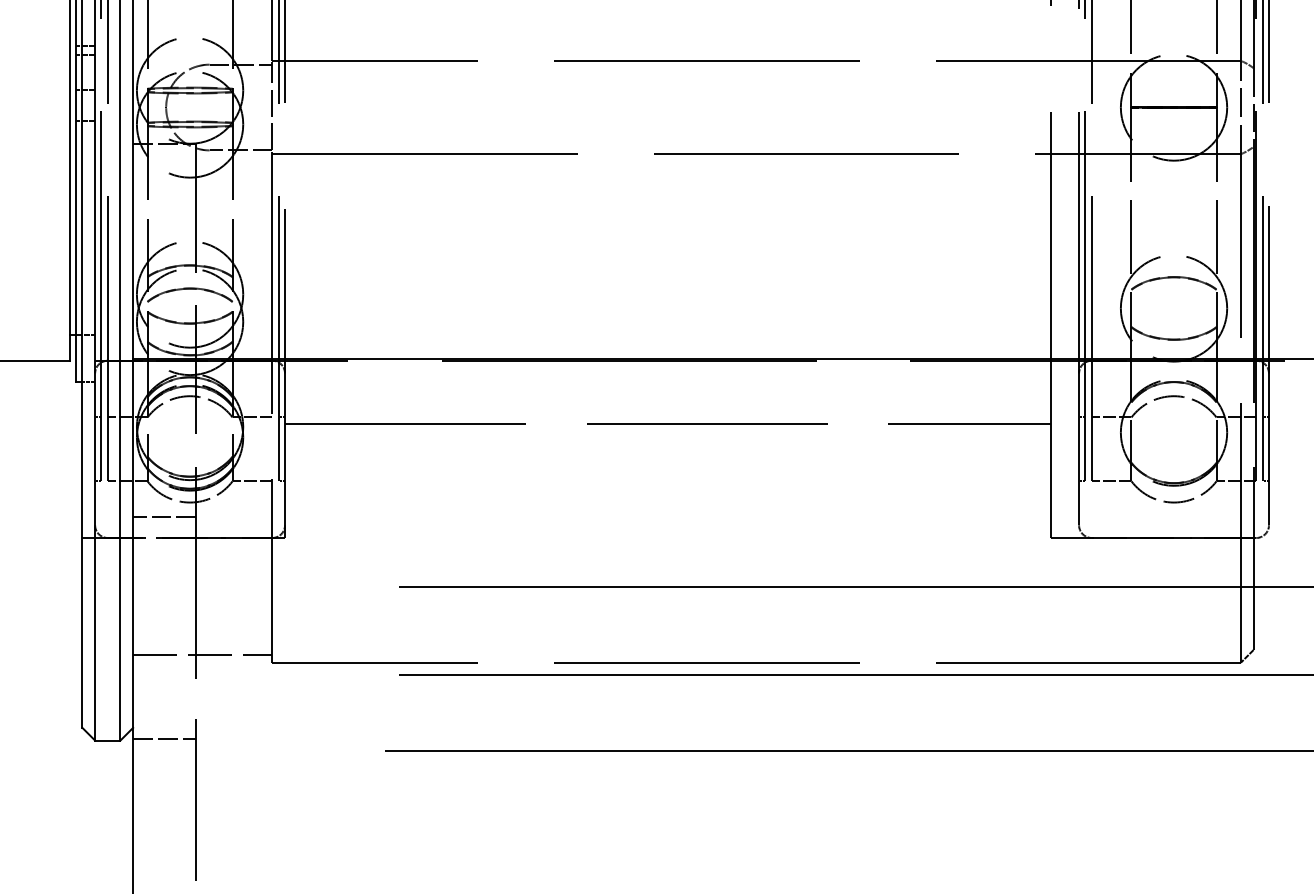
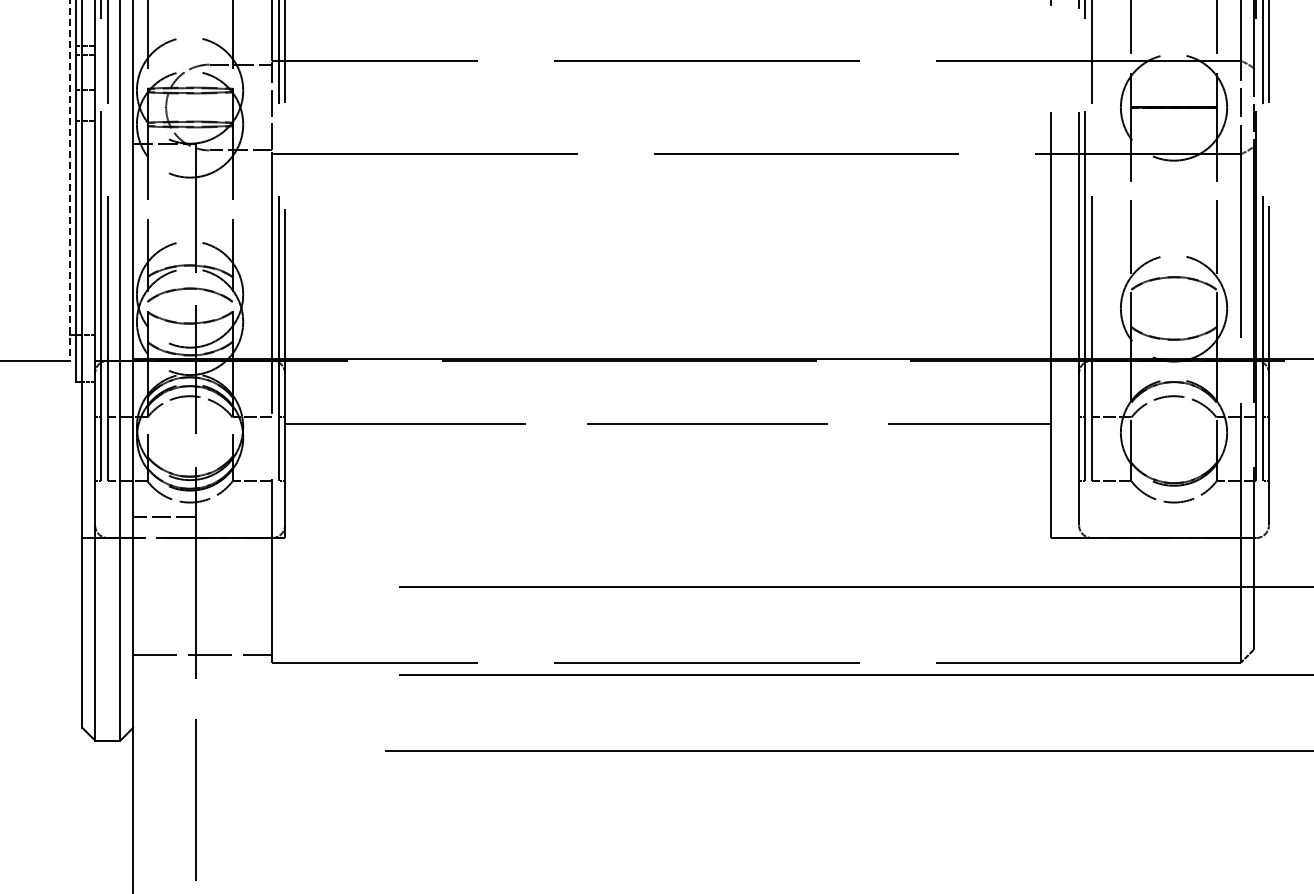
line at (69, 180): solid -> dashed
line at (164, 739): present -> none
